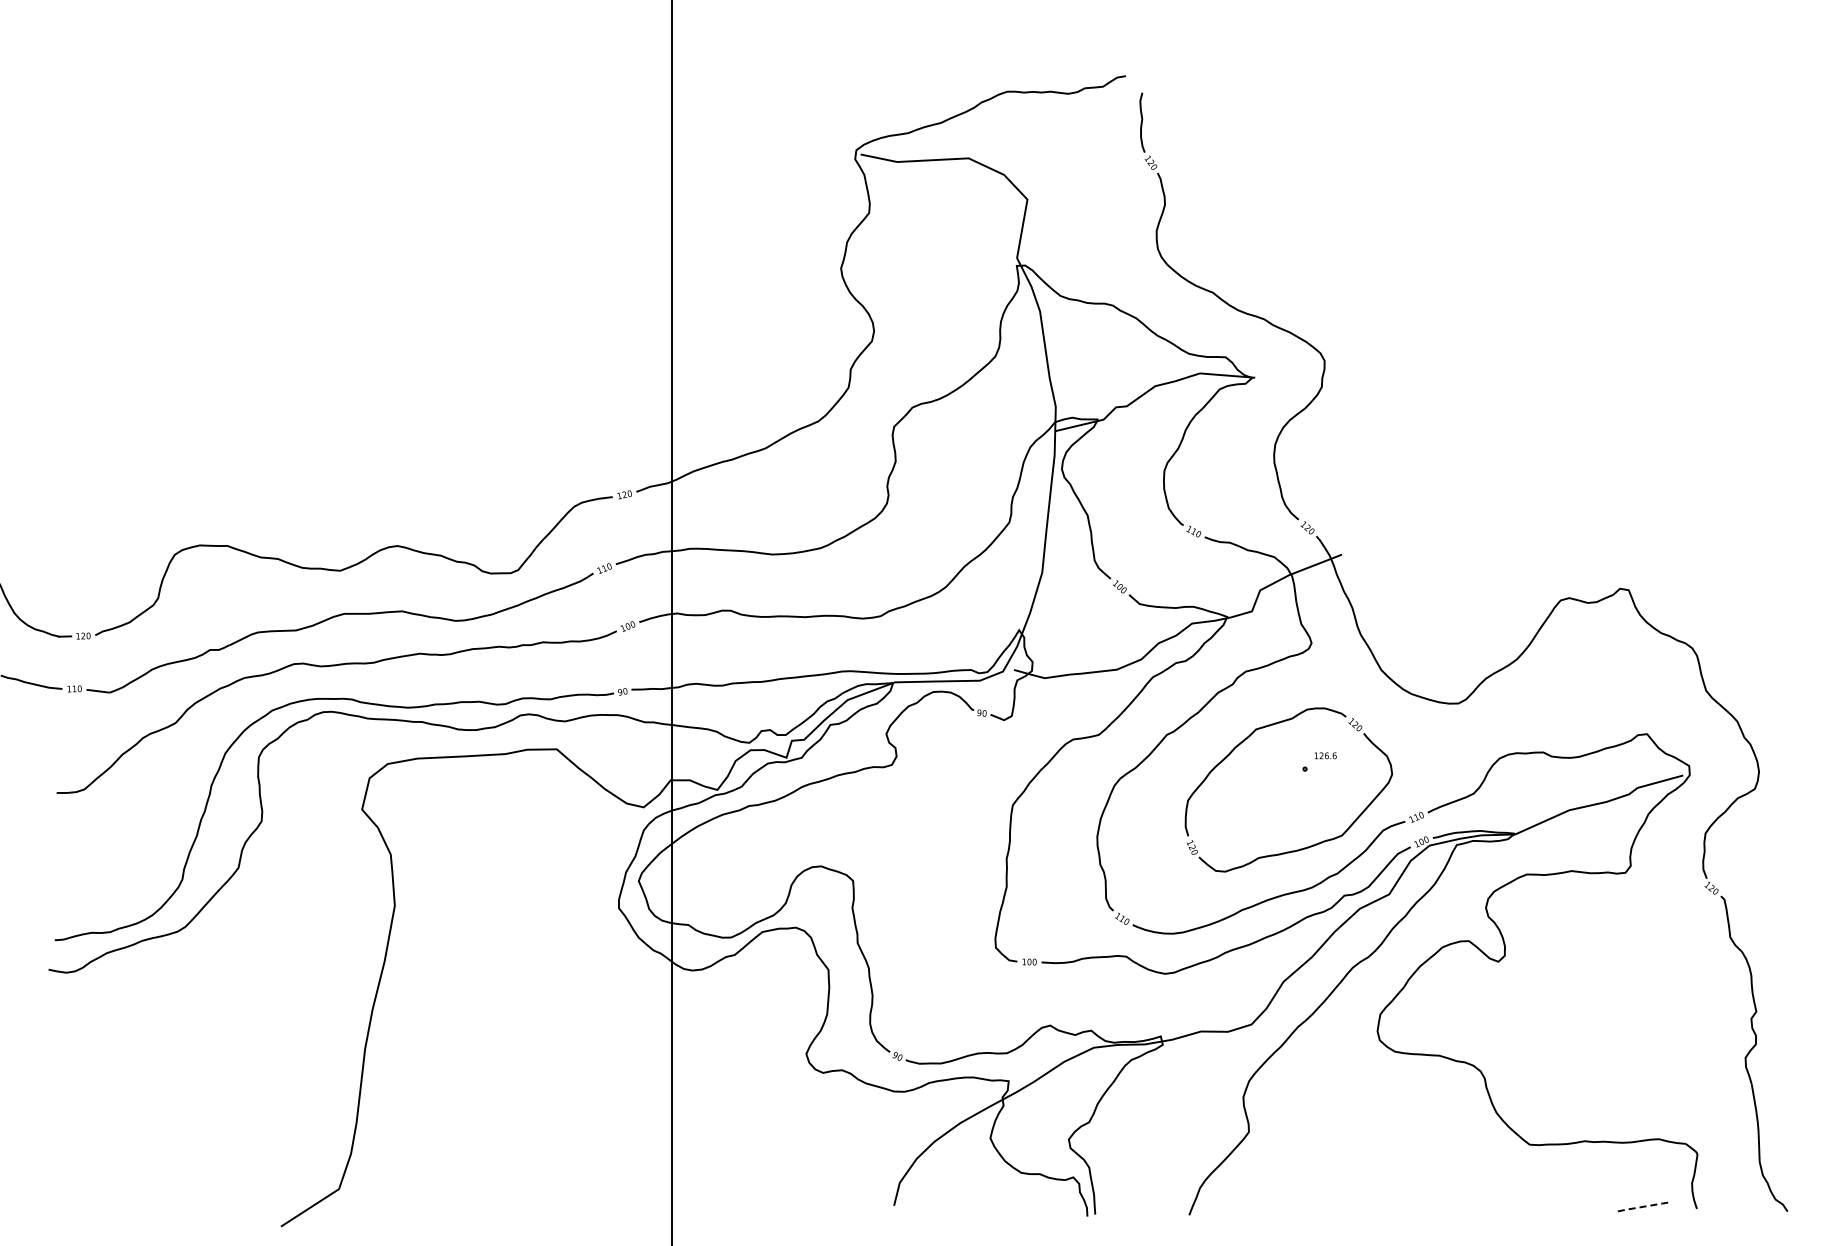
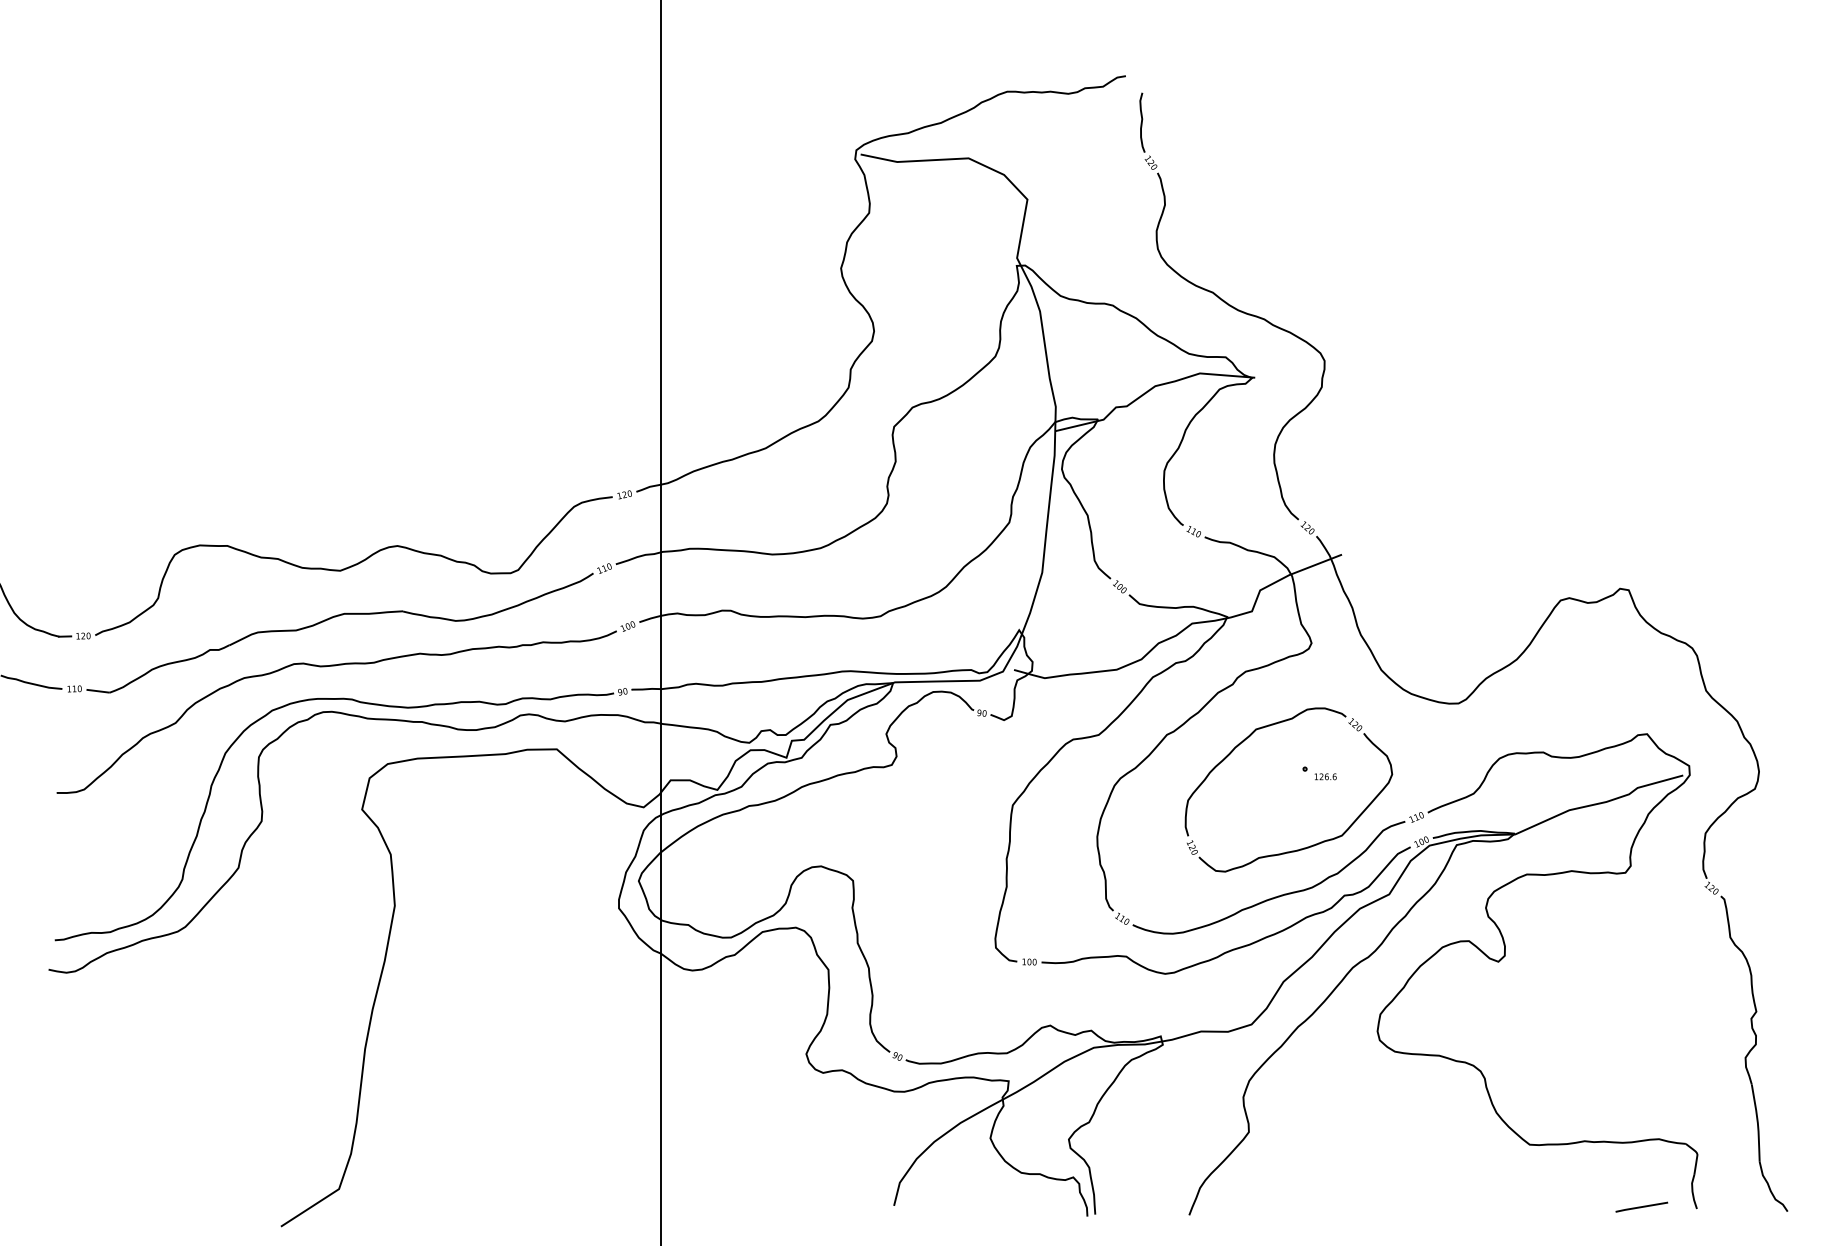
line at (671, 622) position: (671, 622) -> (660, 622)
text at (1325, 755) position: (1325, 755) -> (1325, 776)
line at (1640, 1207): dashed -> solid
